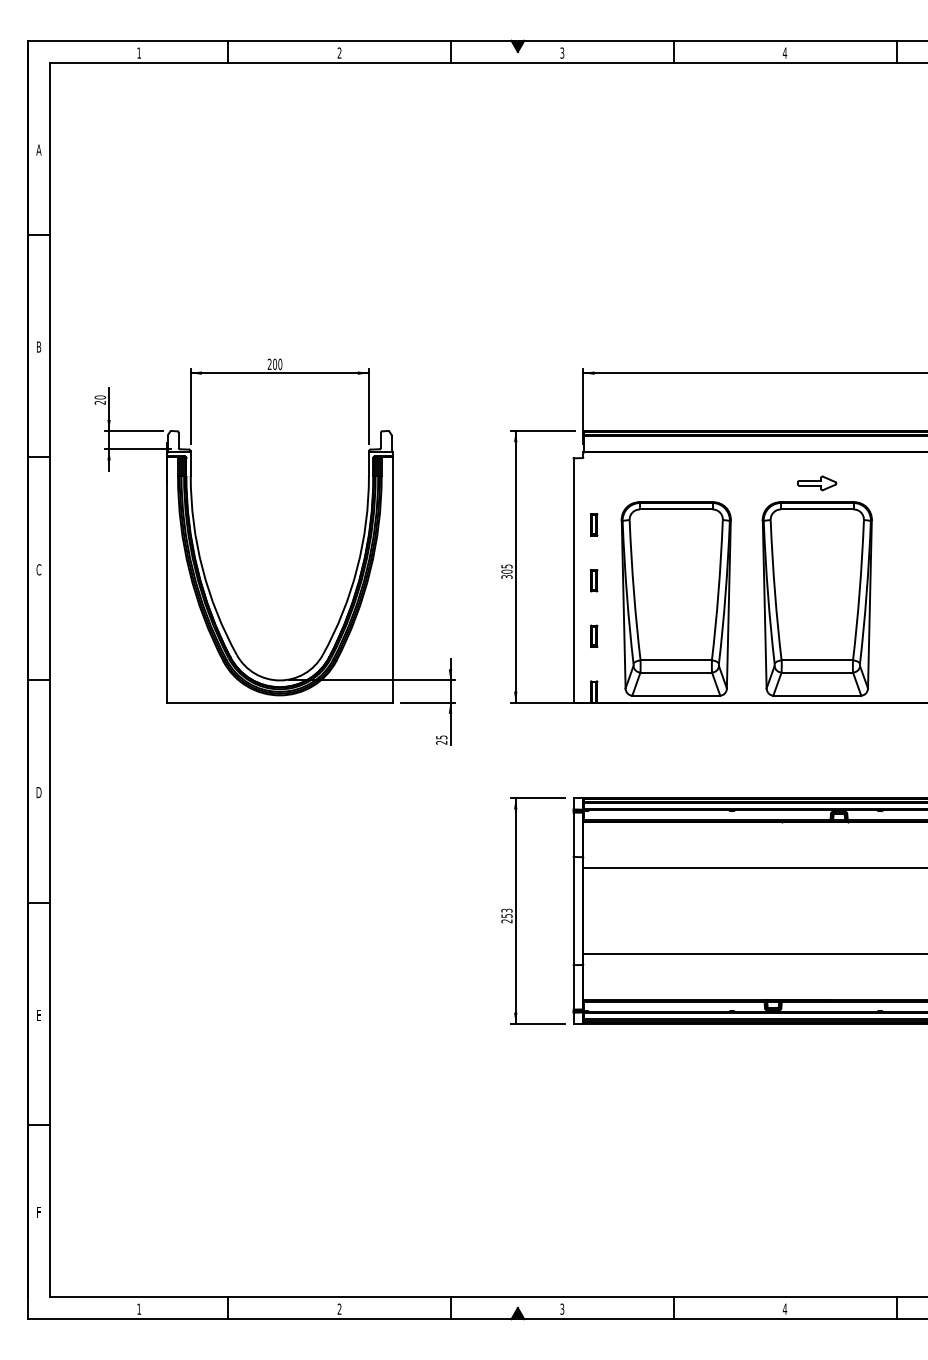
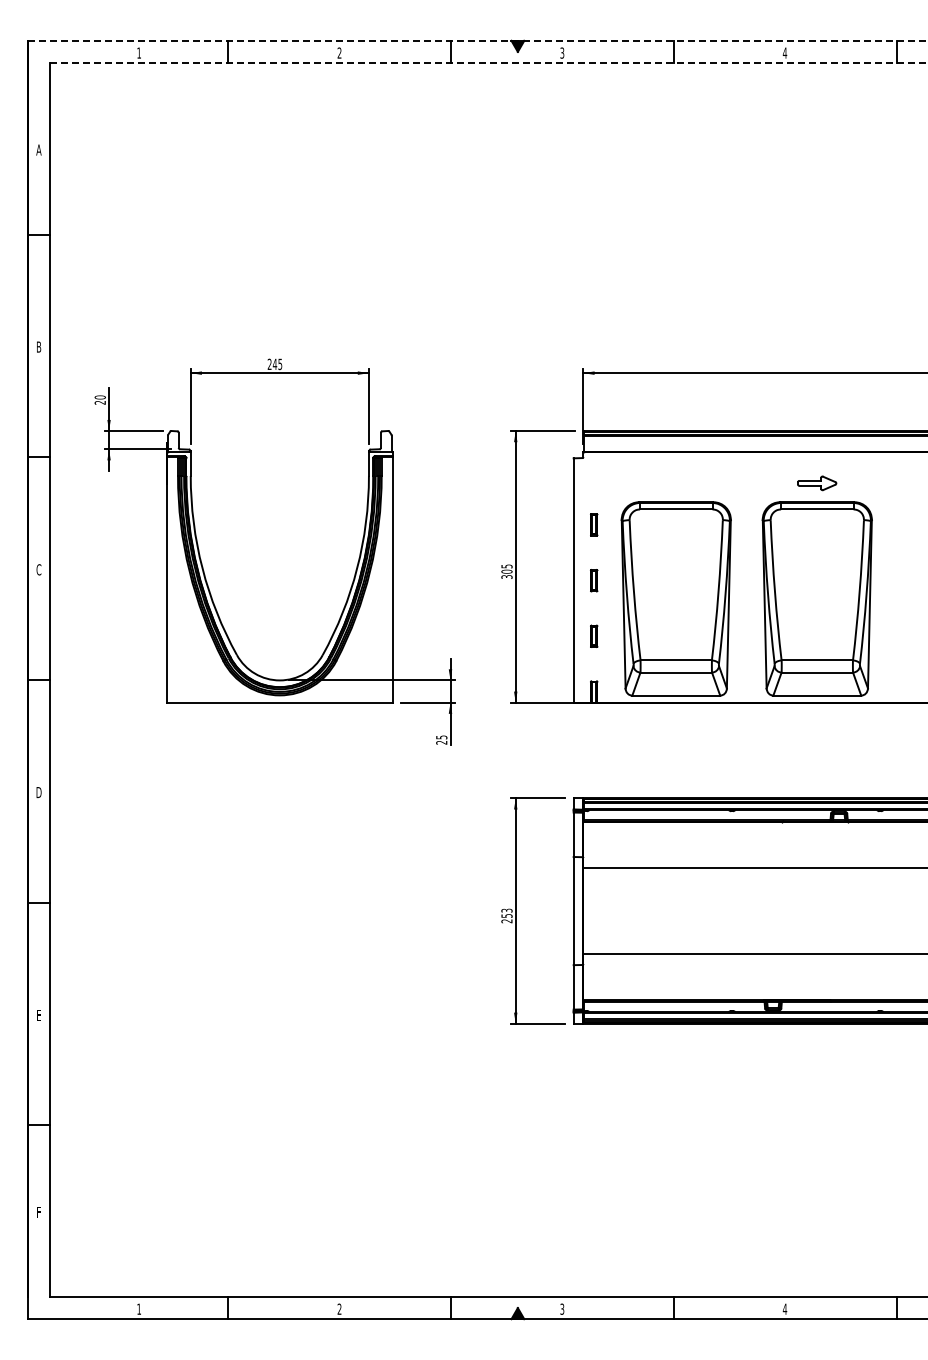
line at (477, 40): solid -> dashed
line at (488, 63): solid -> dashed
text at (277, 364): 200 -> 245
